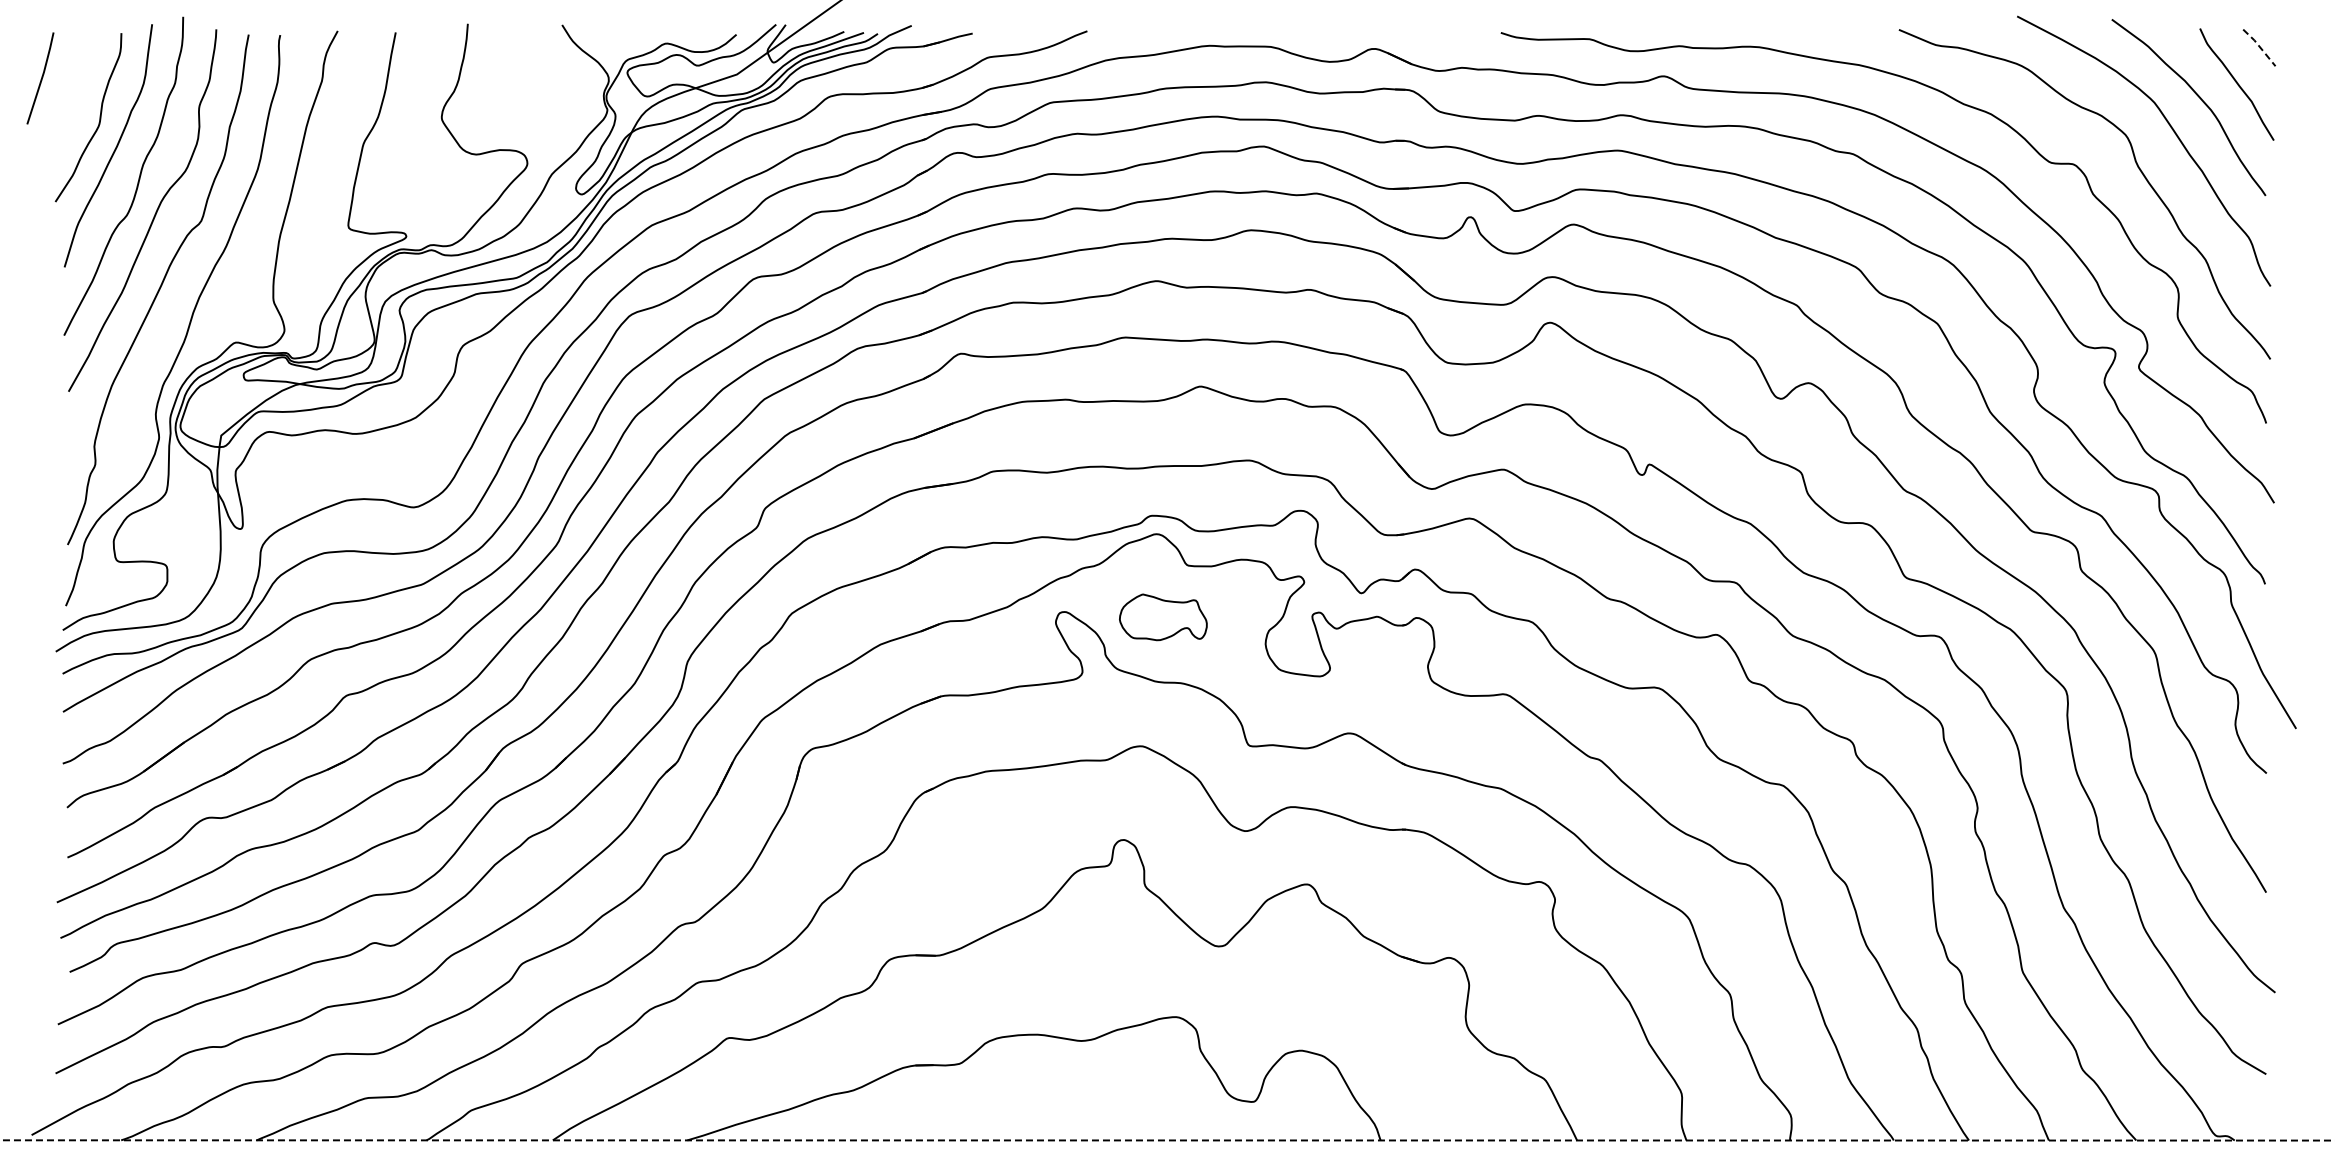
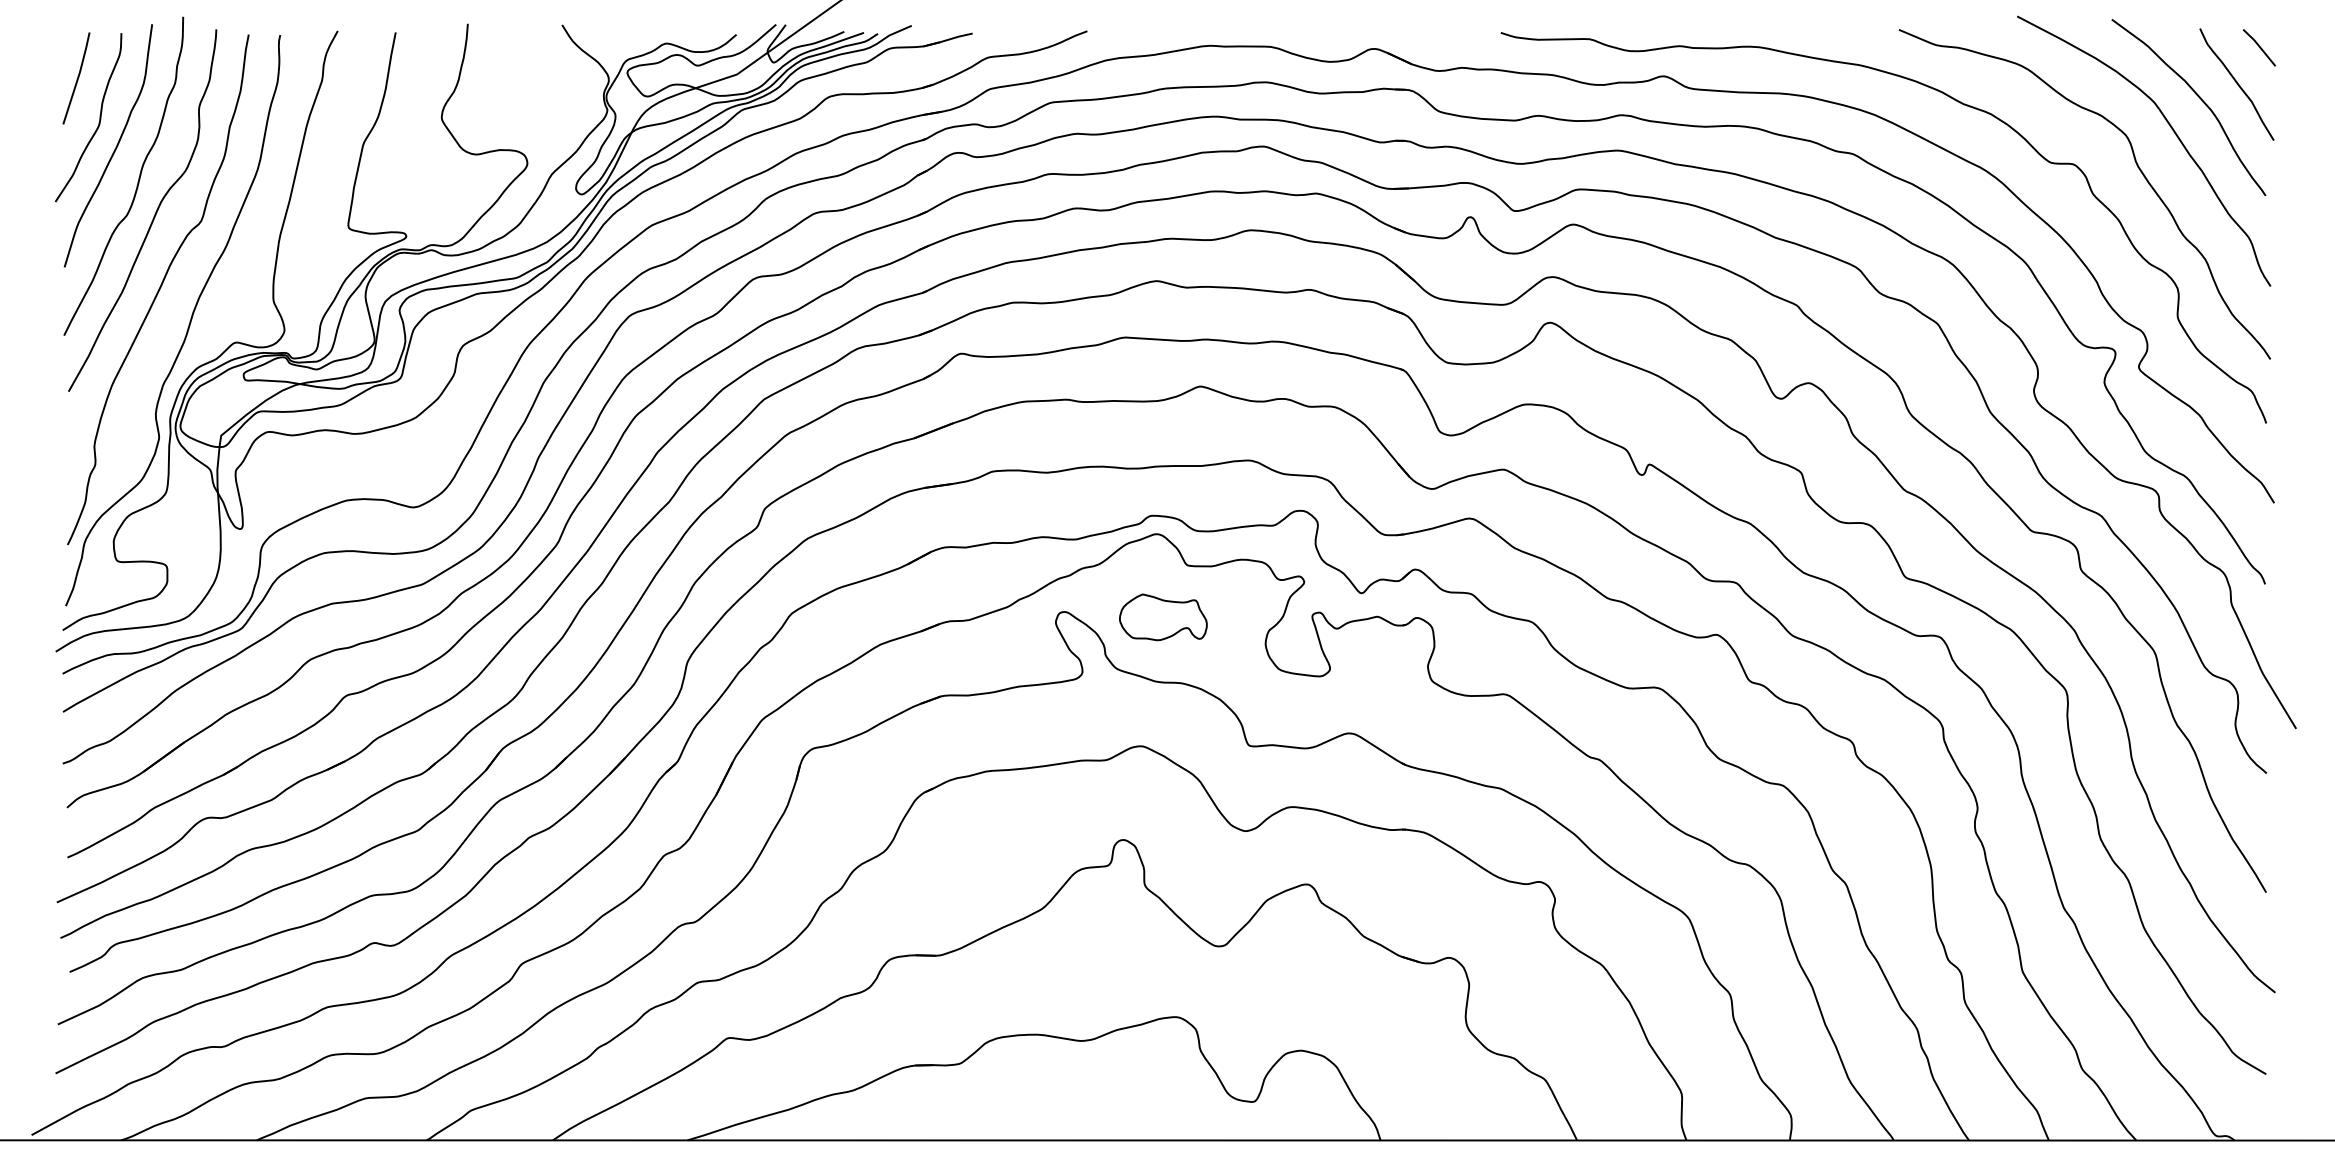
line at (2259, 47): dashed -> solid
line at (41, 78) position: (41, 78) -> (77, 78)
line at (1167, 1140): dashed -> solid
